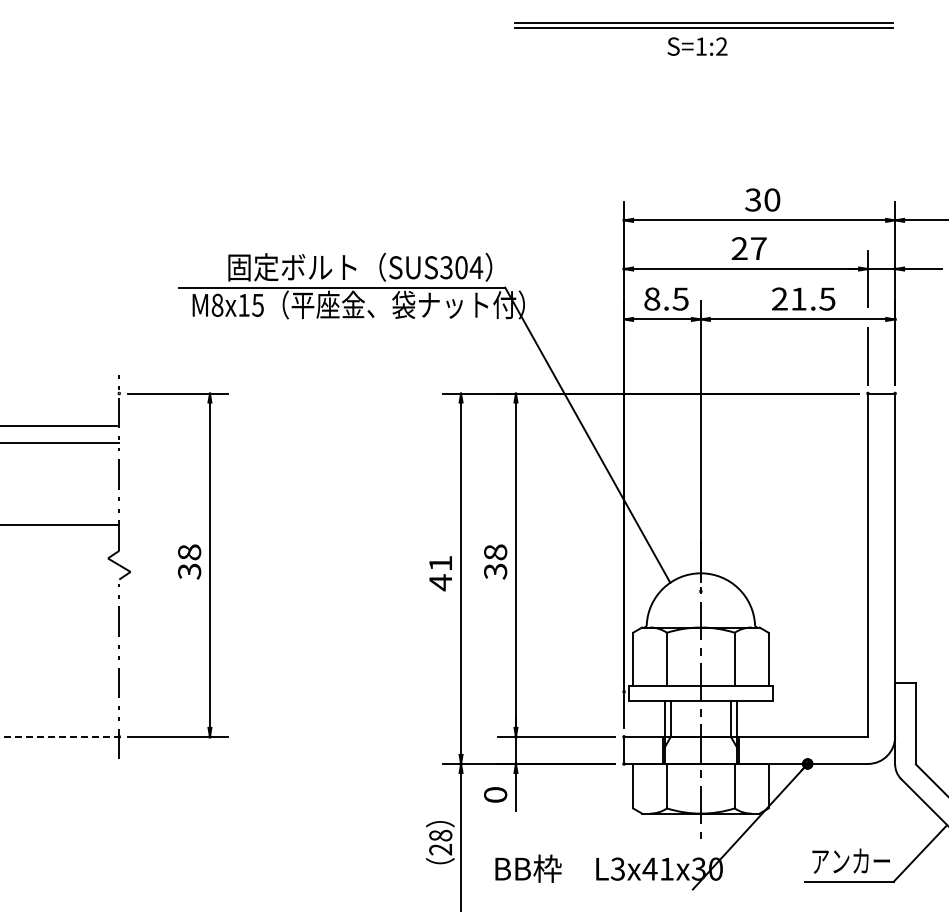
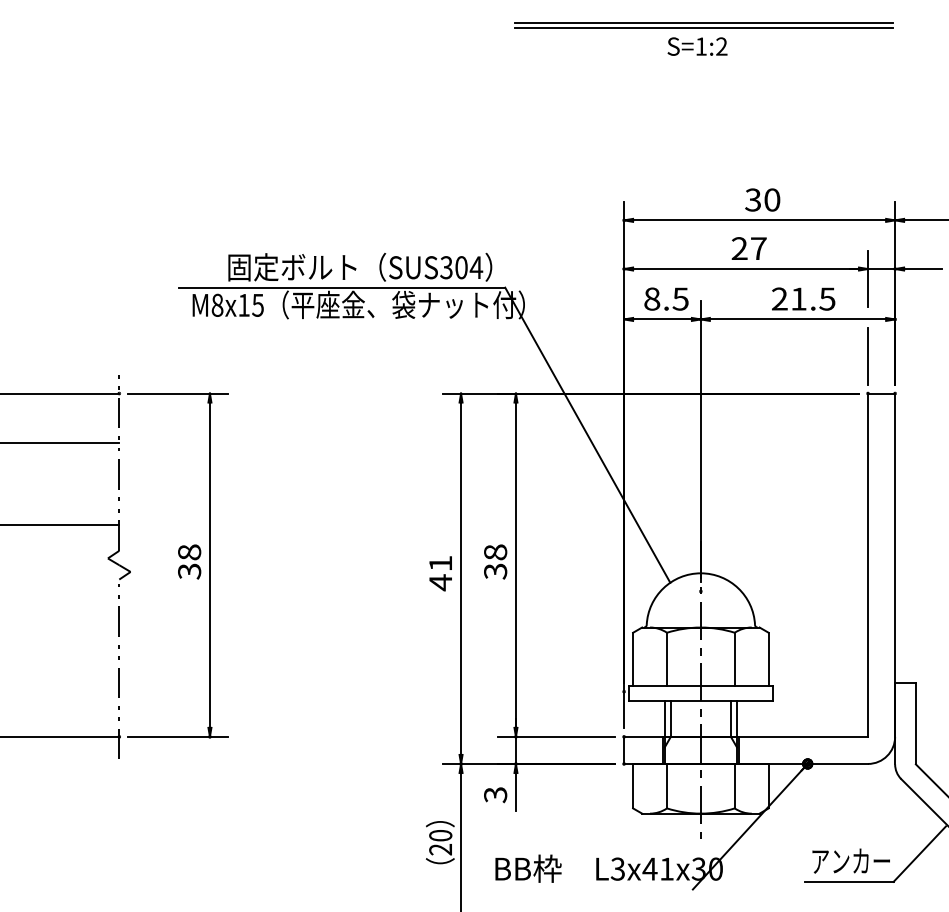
line at (60, 425) position: (60, 425) -> (60, 393)
line at (60, 736): dashed -> solid
text at (495, 795): 0 -> 3
text at (440, 835): 28 -> 20
